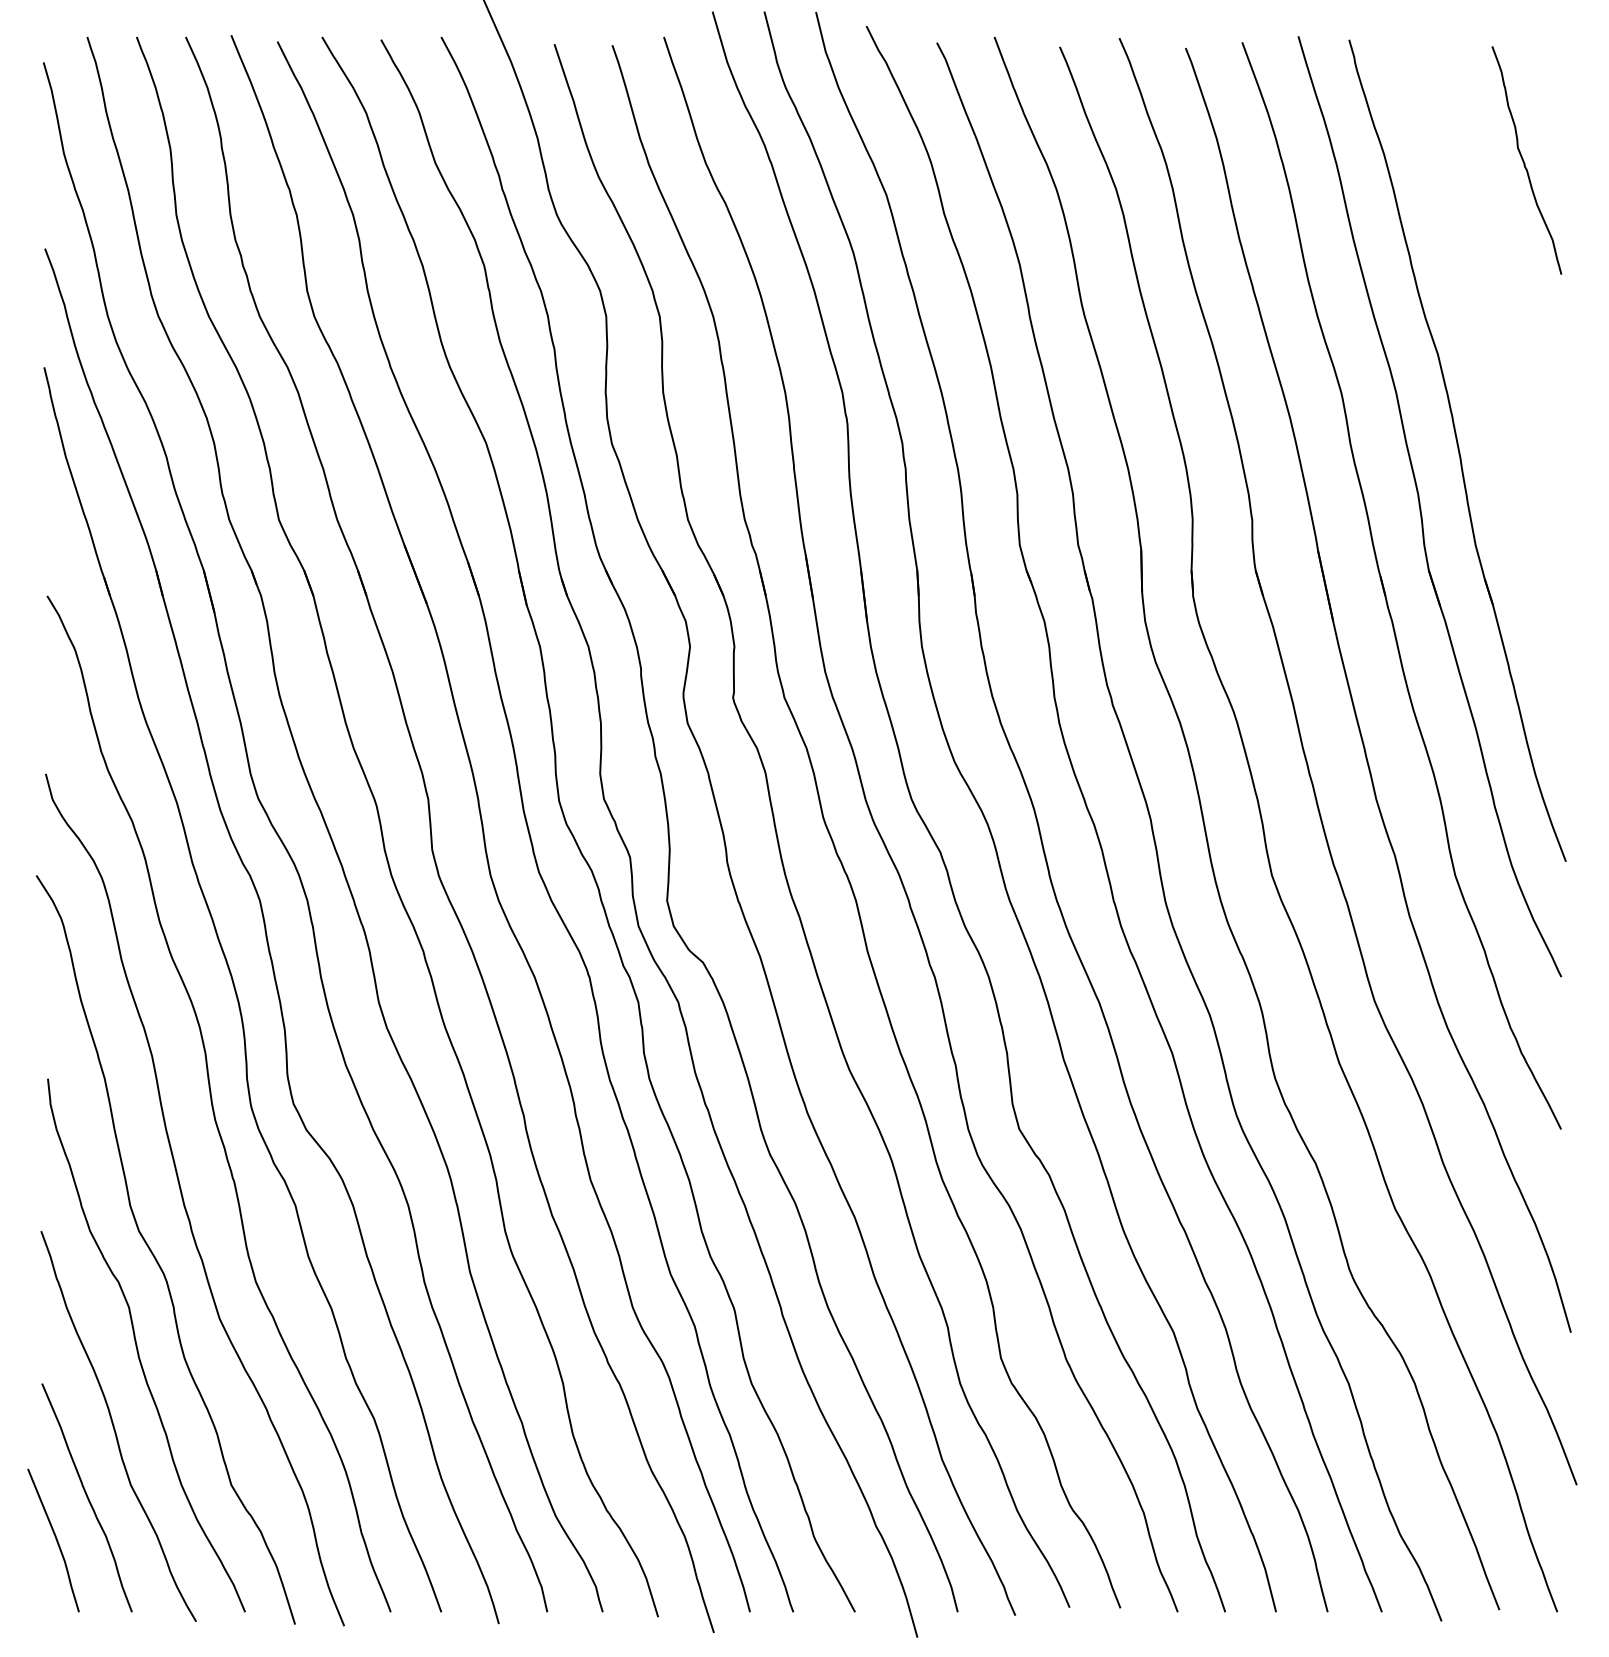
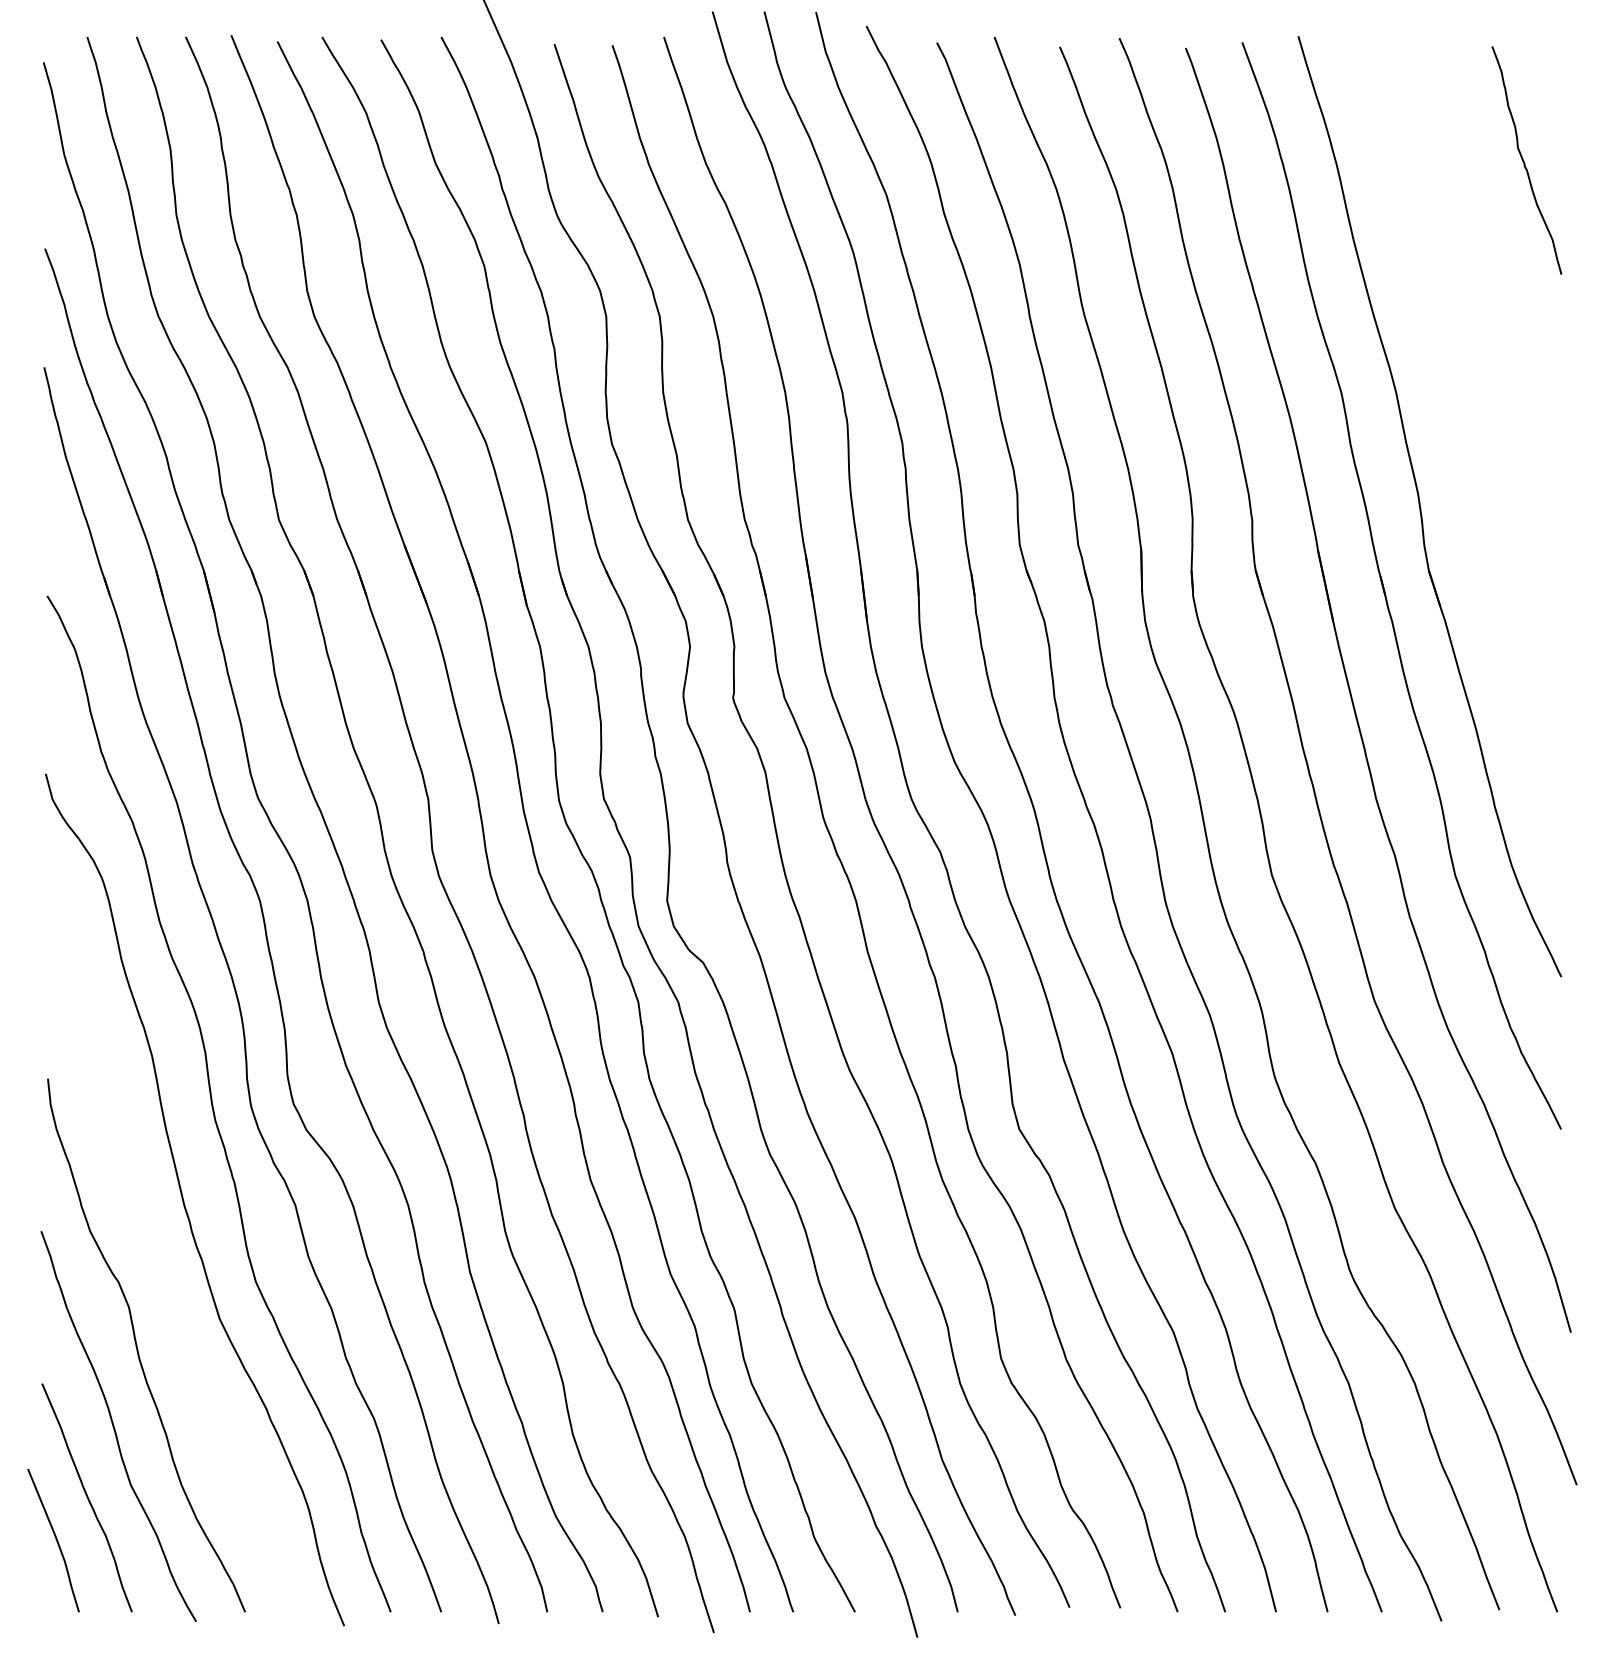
part at (1457, 450): present -> none
curve at (154, 1254): present -> none
